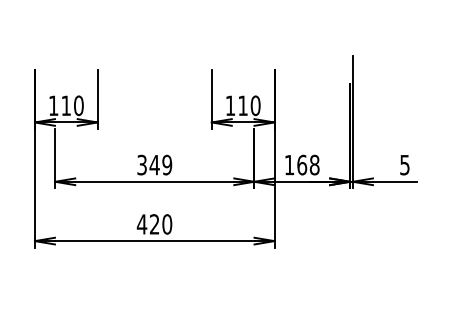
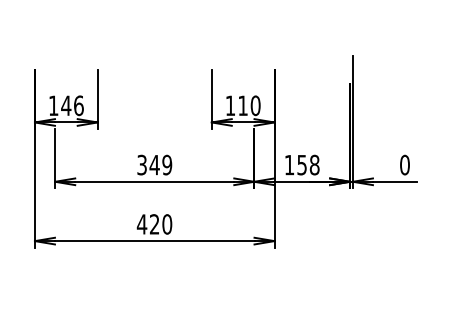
text at (72, 105): 110 -> 146
text at (302, 164): 168 -> 158
text at (404, 164): 5 -> 0
